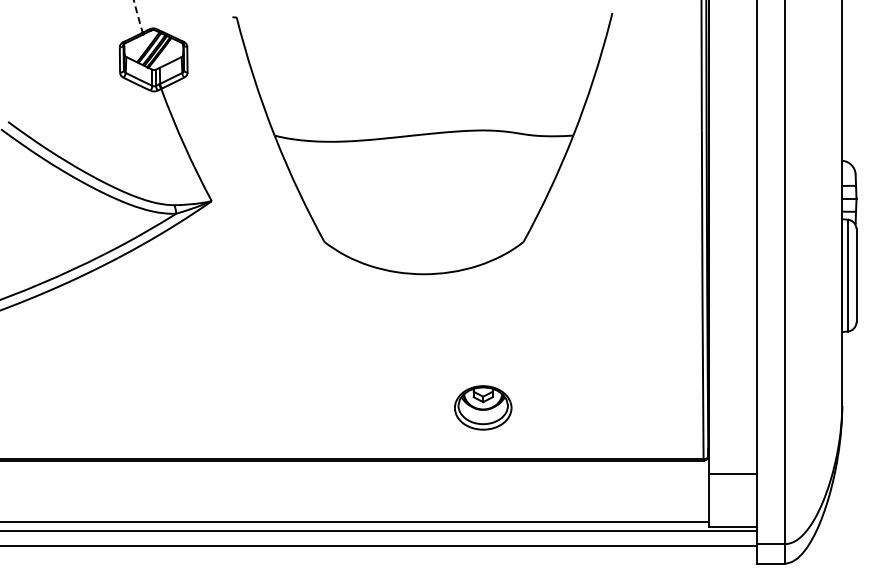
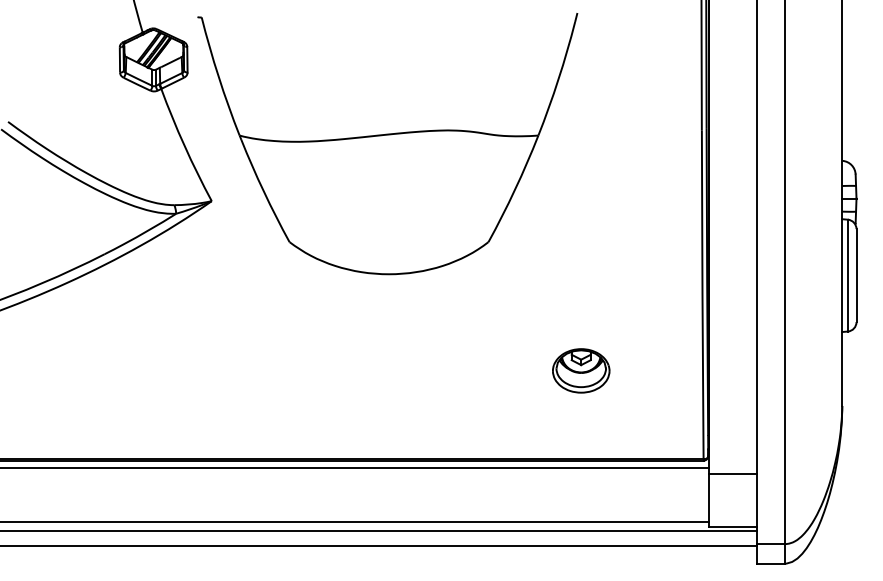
arc at (138, 16): dashed -> solid
part at (422, 144) position: (422, 144) -> (387, 144)
part at (483, 407) position: (483, 407) -> (581, 370)
line at (355, 468): none -> present
